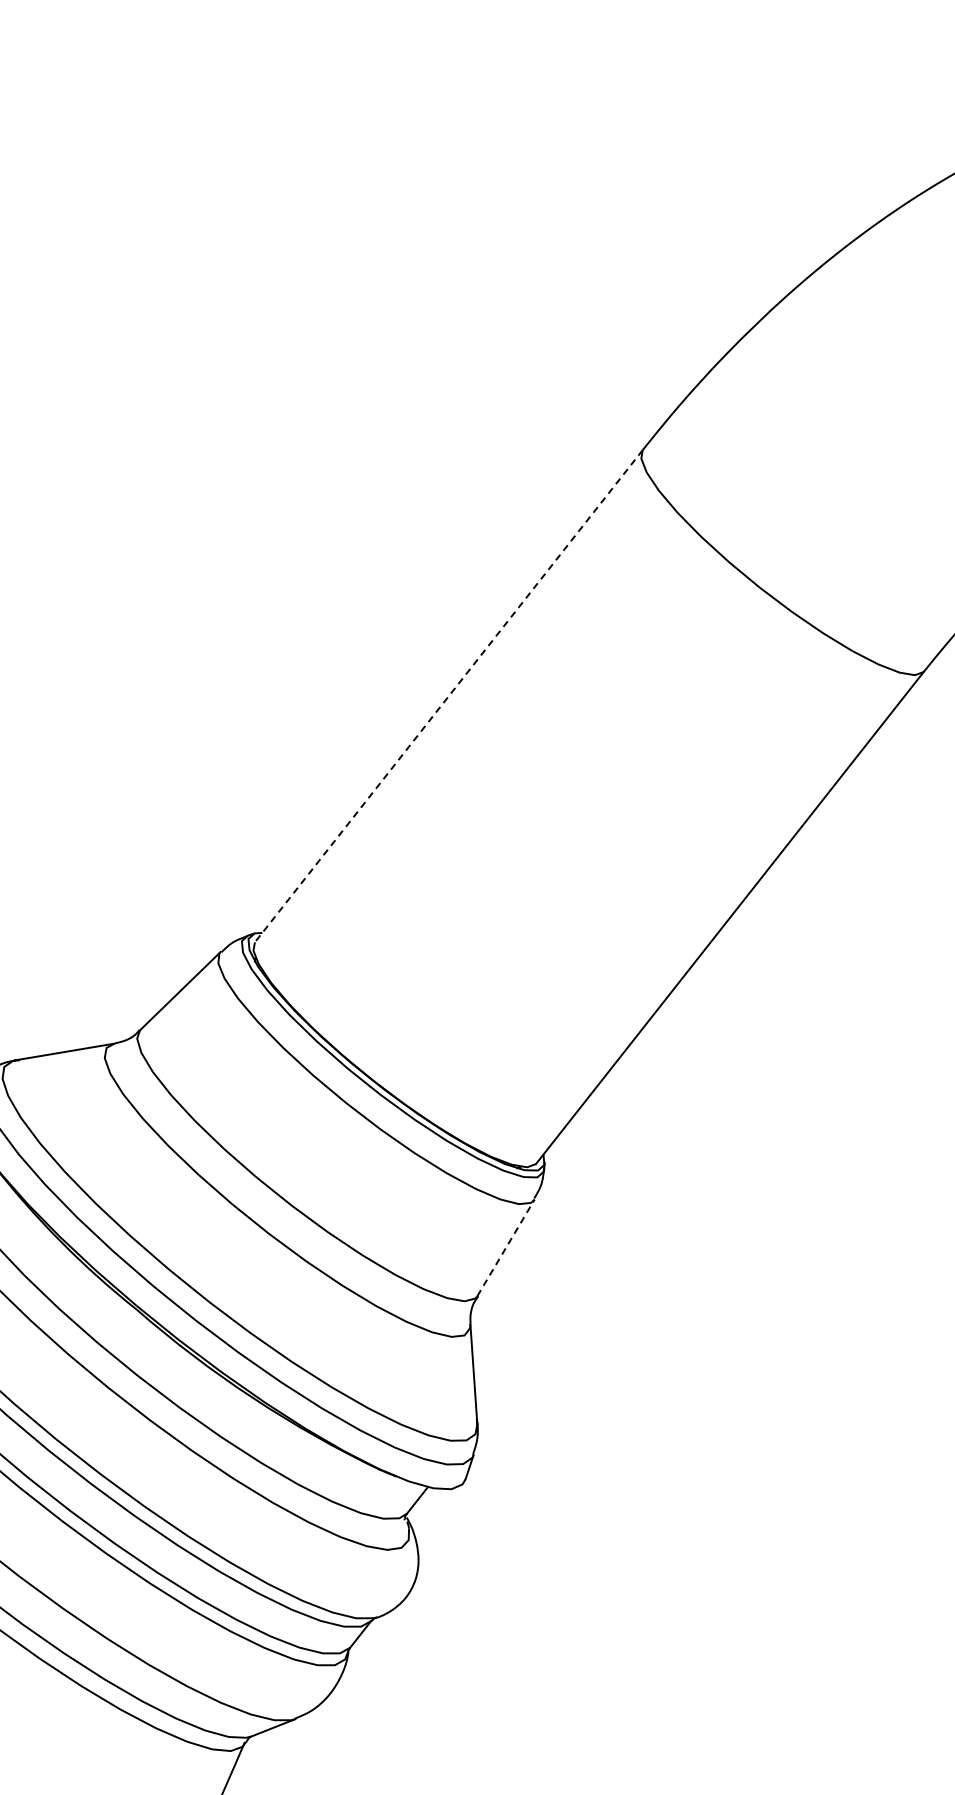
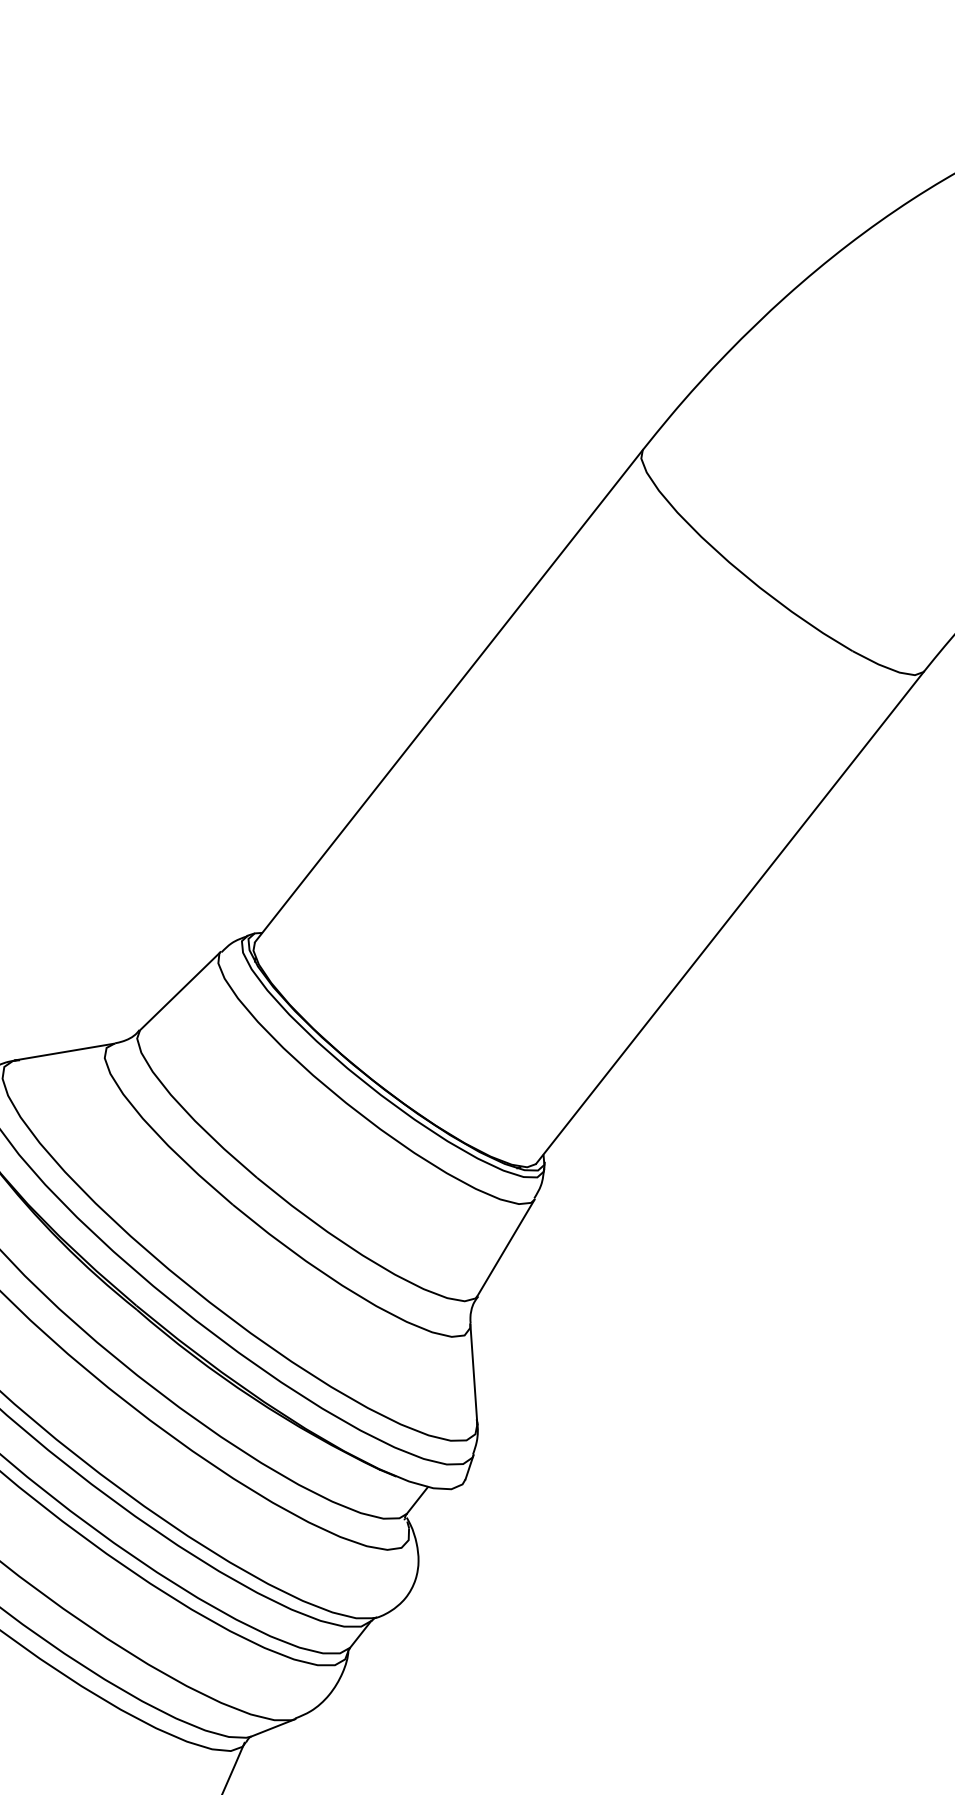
line at (448, 696): dashed -> solid
line at (506, 1247): dashed -> solid
